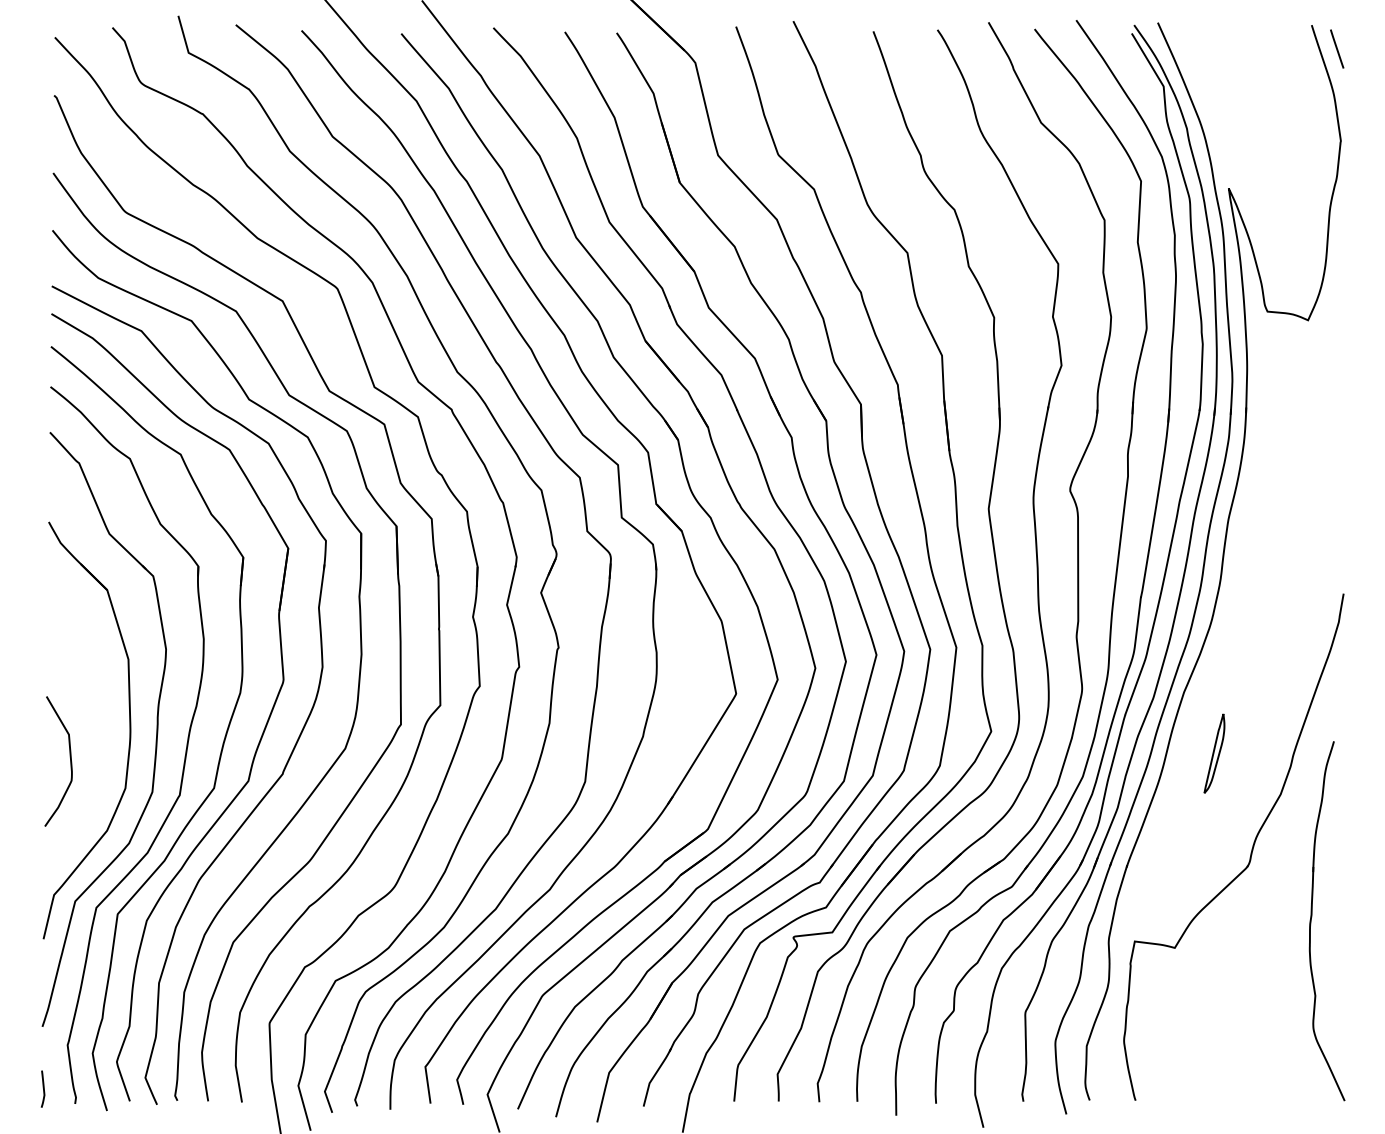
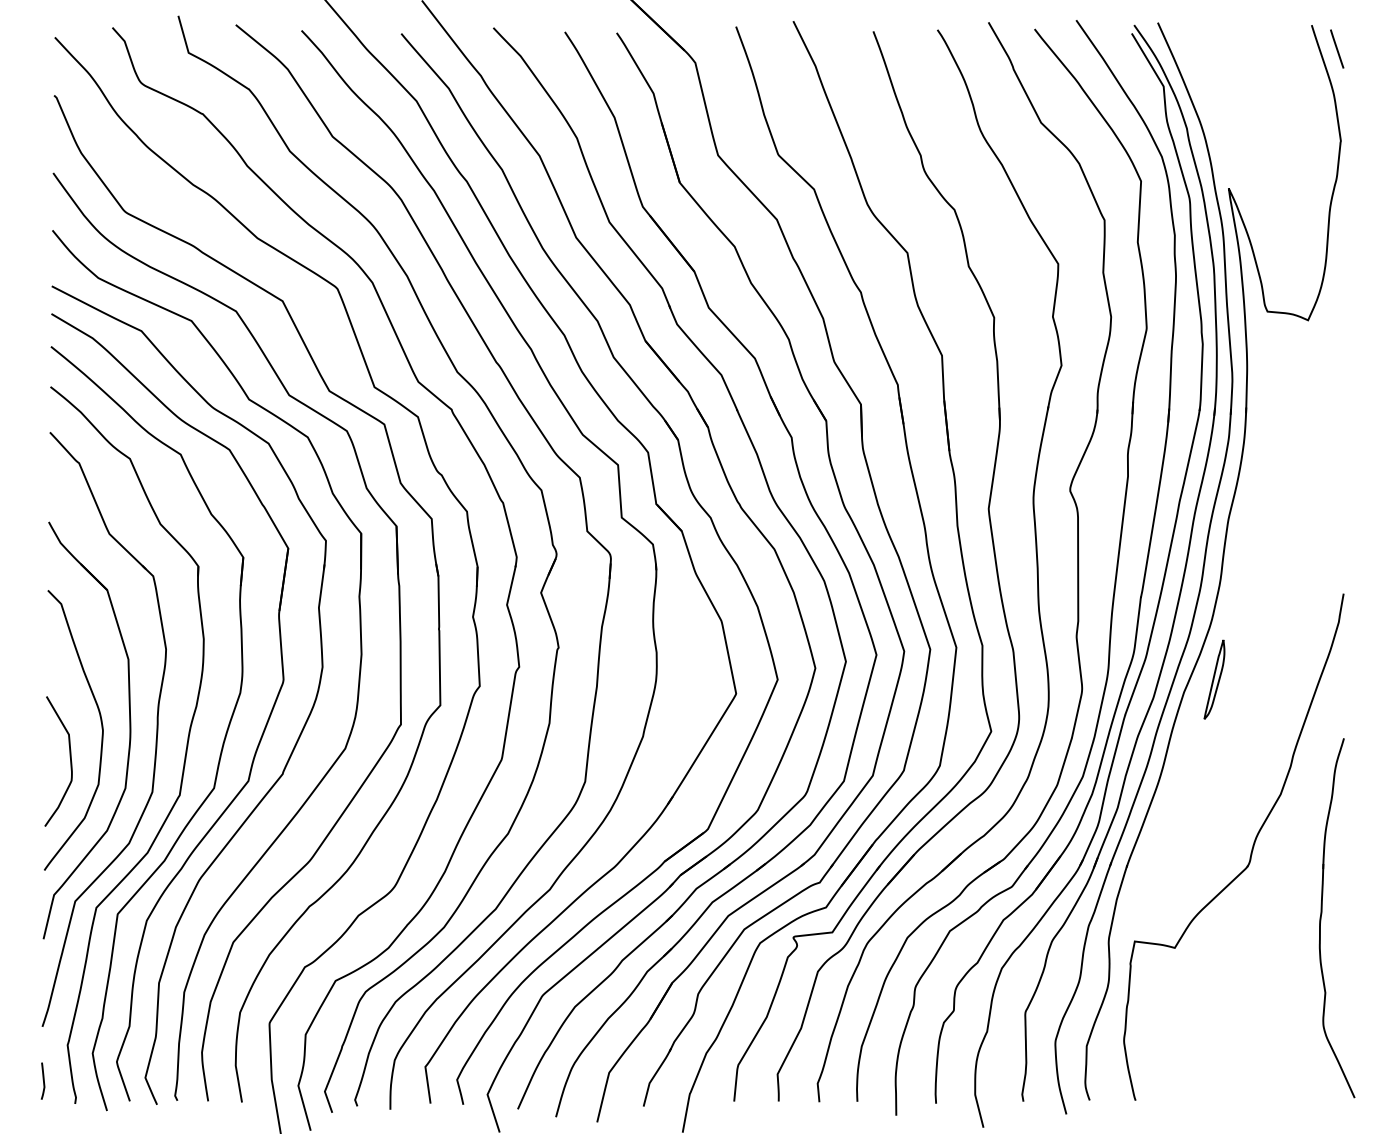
curve at (101, 728): none -> present
part at (1214, 753) position: (1214, 753) -> (1214, 679)
part at (1312, 917) position: (1312, 917) -> (1322, 914)
curve at (42, 1087) position: (42, 1087) -> (42, 1079)
